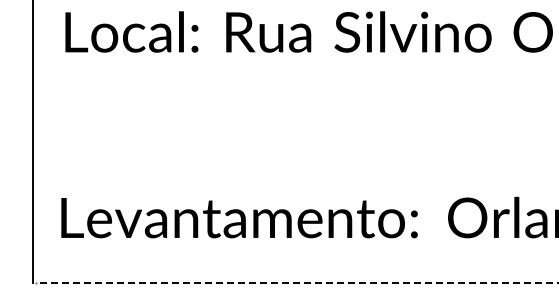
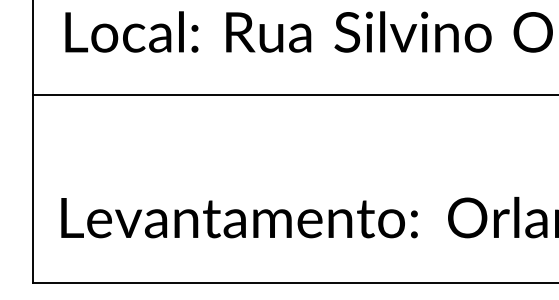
line at (294, 95): none -> present
line at (295, 282): dashed -> solid
